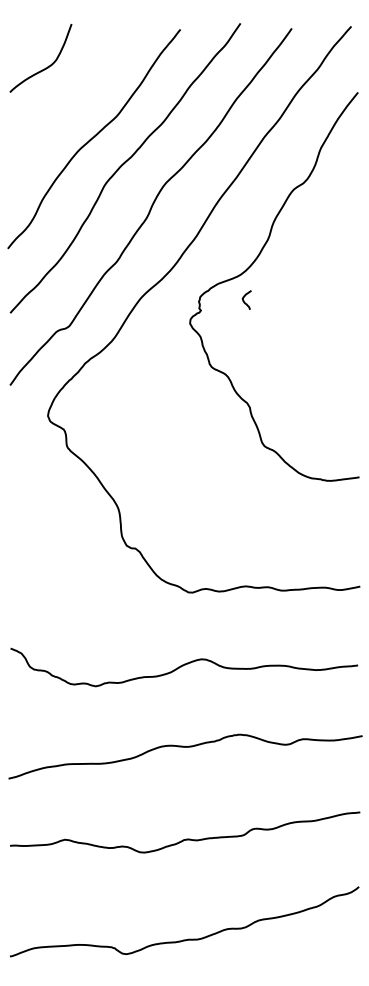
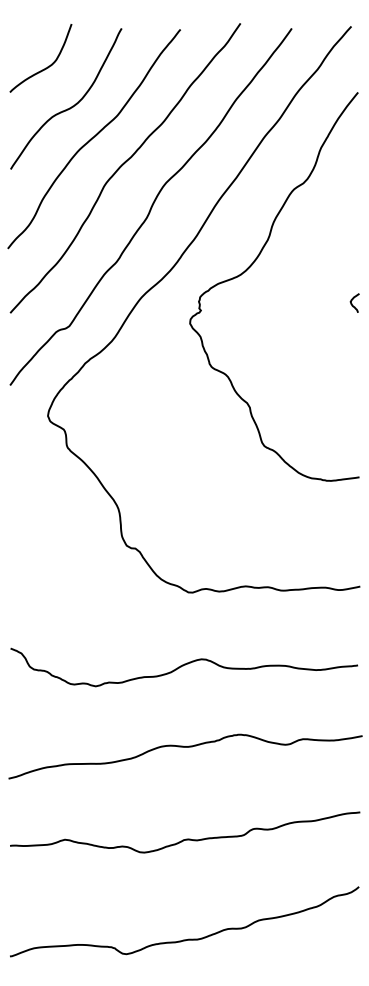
curve at (72, 105): none -> present
curve at (244, 300) position: (244, 300) -> (352, 303)
